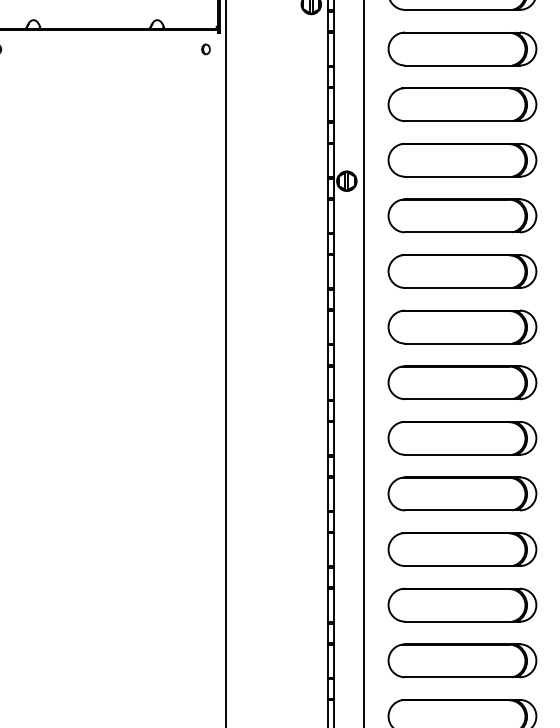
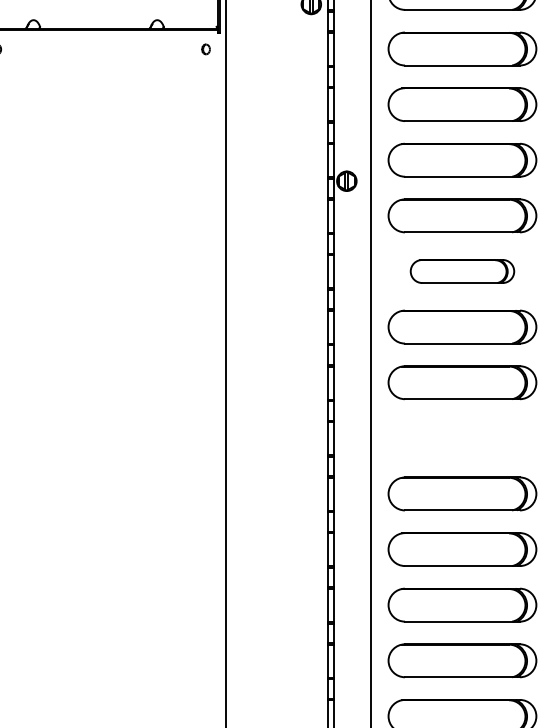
part at (462, 271) size: 151x35 px -> 107x25 px
line at (363, 363) position: (363, 363) -> (370, 363)
part at (462, 438): present -> none
